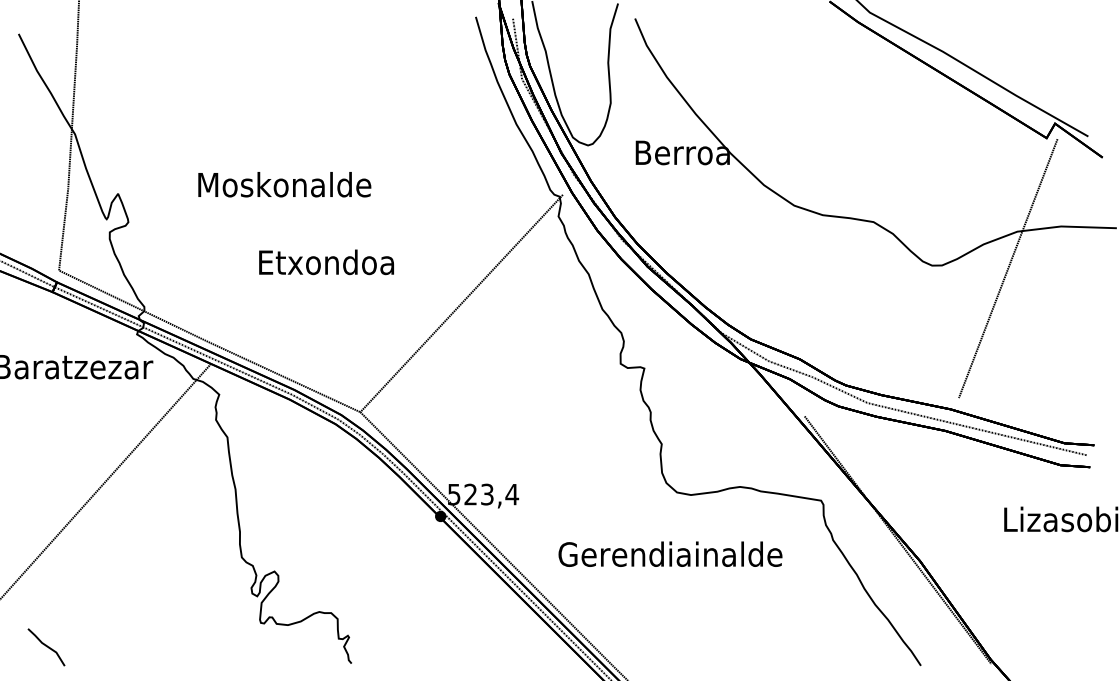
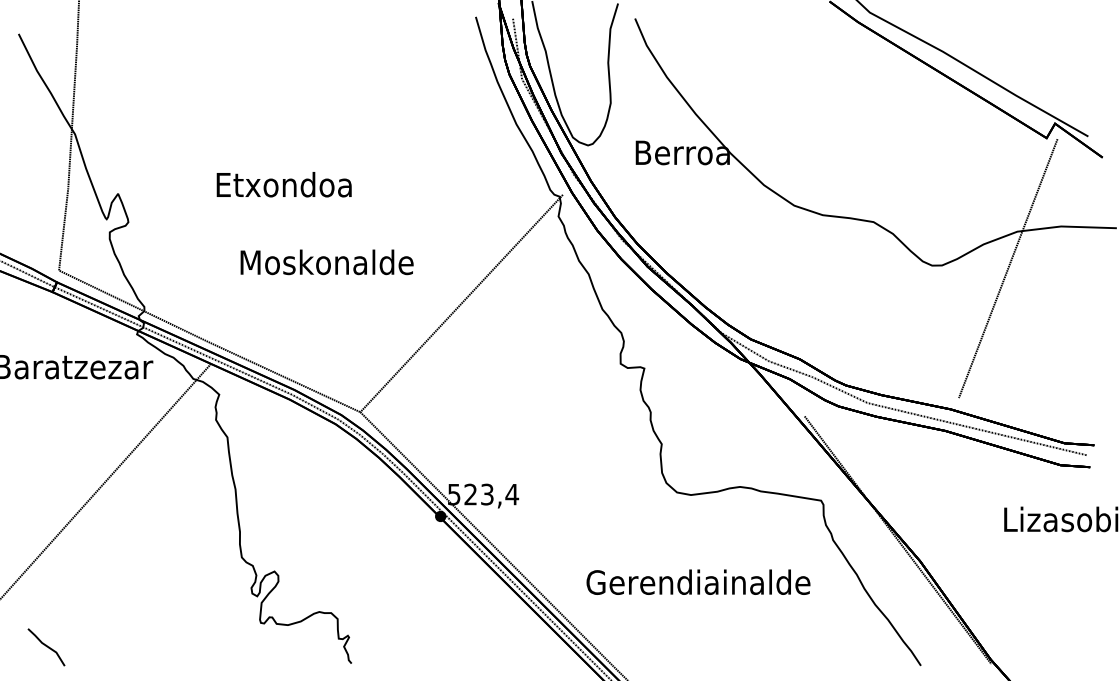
text at (284, 184): Moskonalde -> Etxondoa
text at (326, 262): Etxondoa -> Moskonalde
text at (670, 553) position: (670, 553) -> (698, 581)
